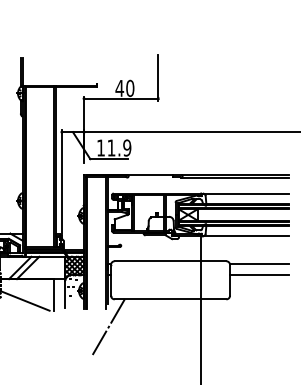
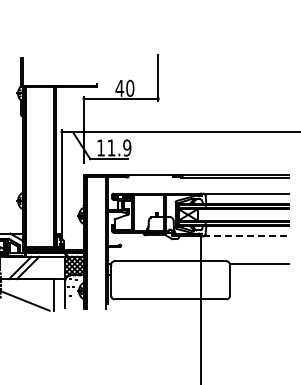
line at (246, 236): solid -> dashed
line at (259, 275): present -> none
line at (108, 327): present -> none
